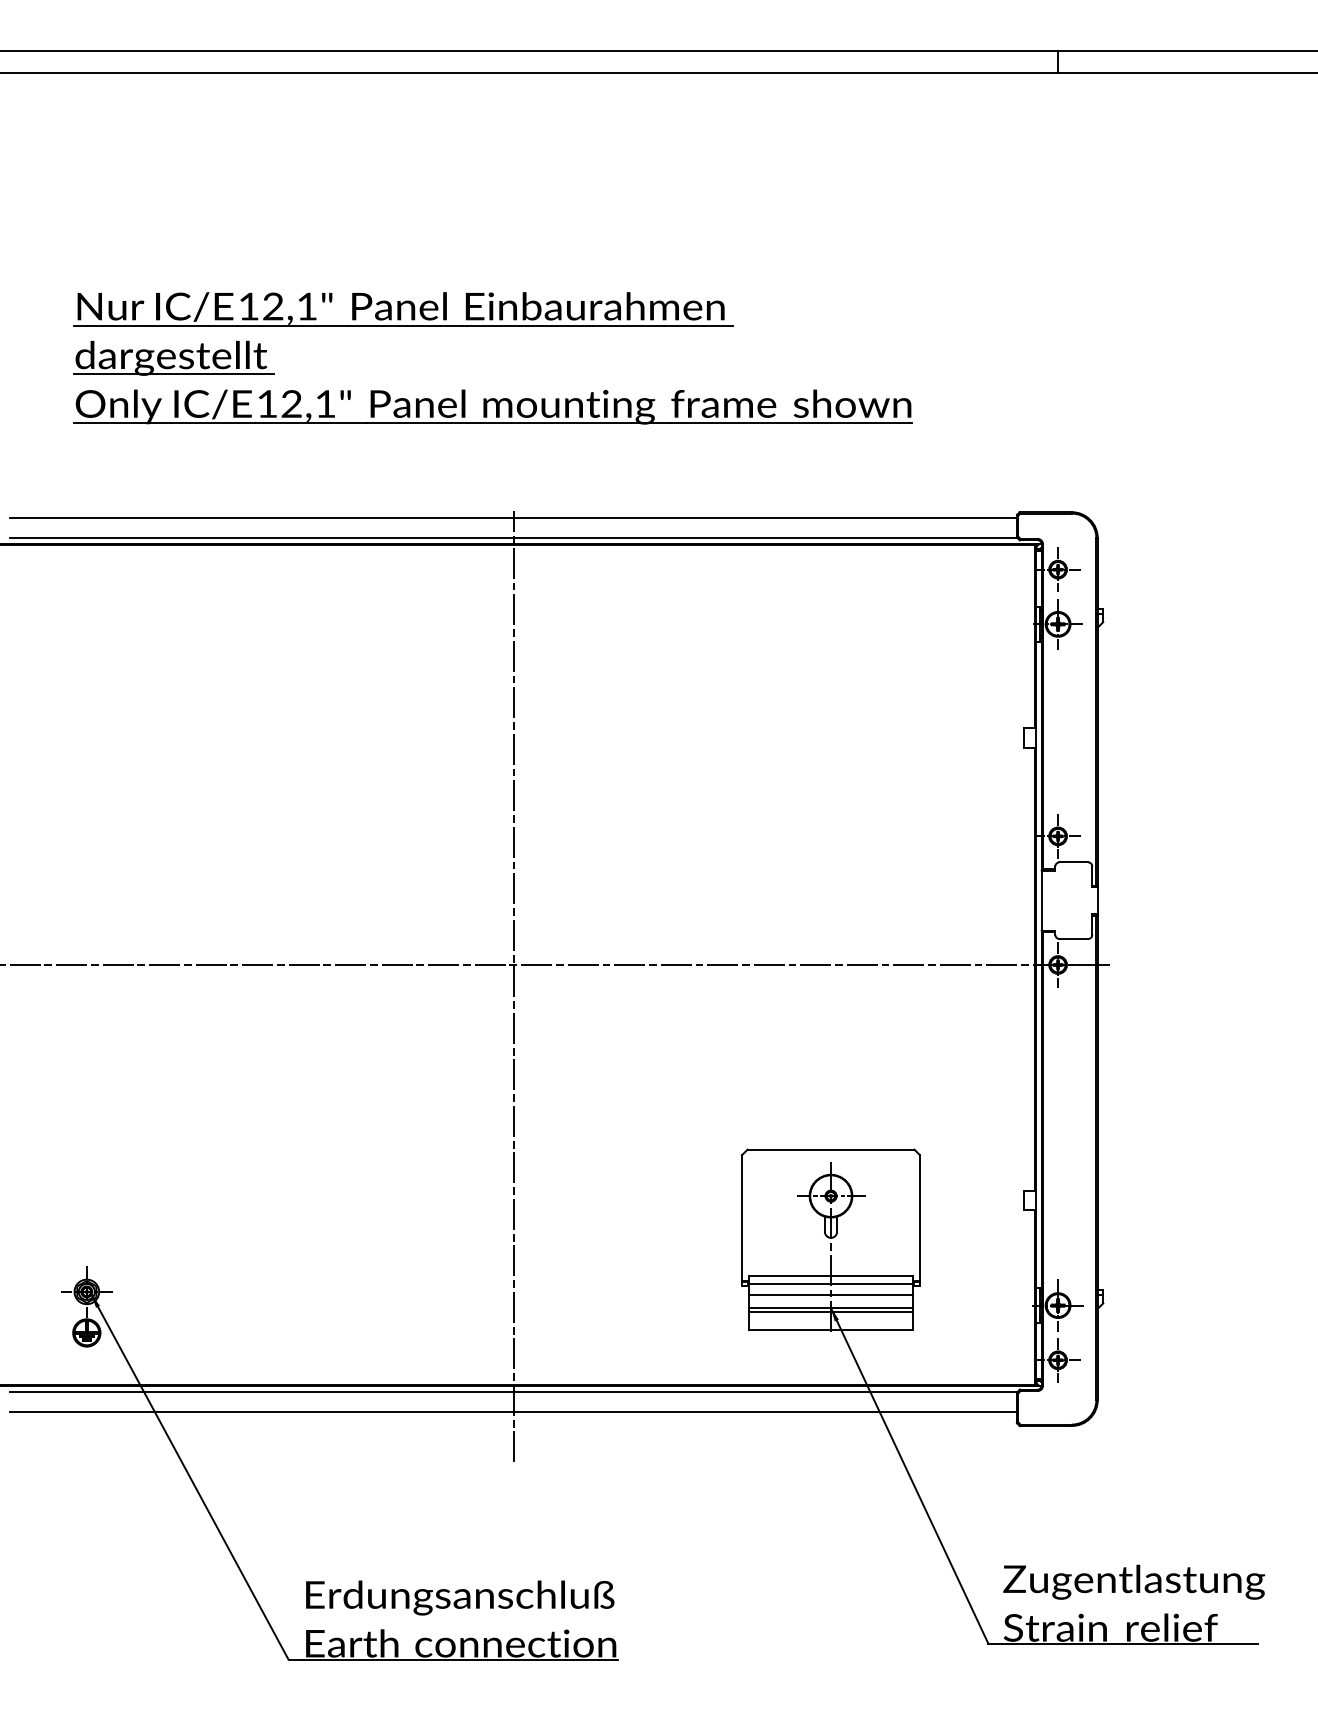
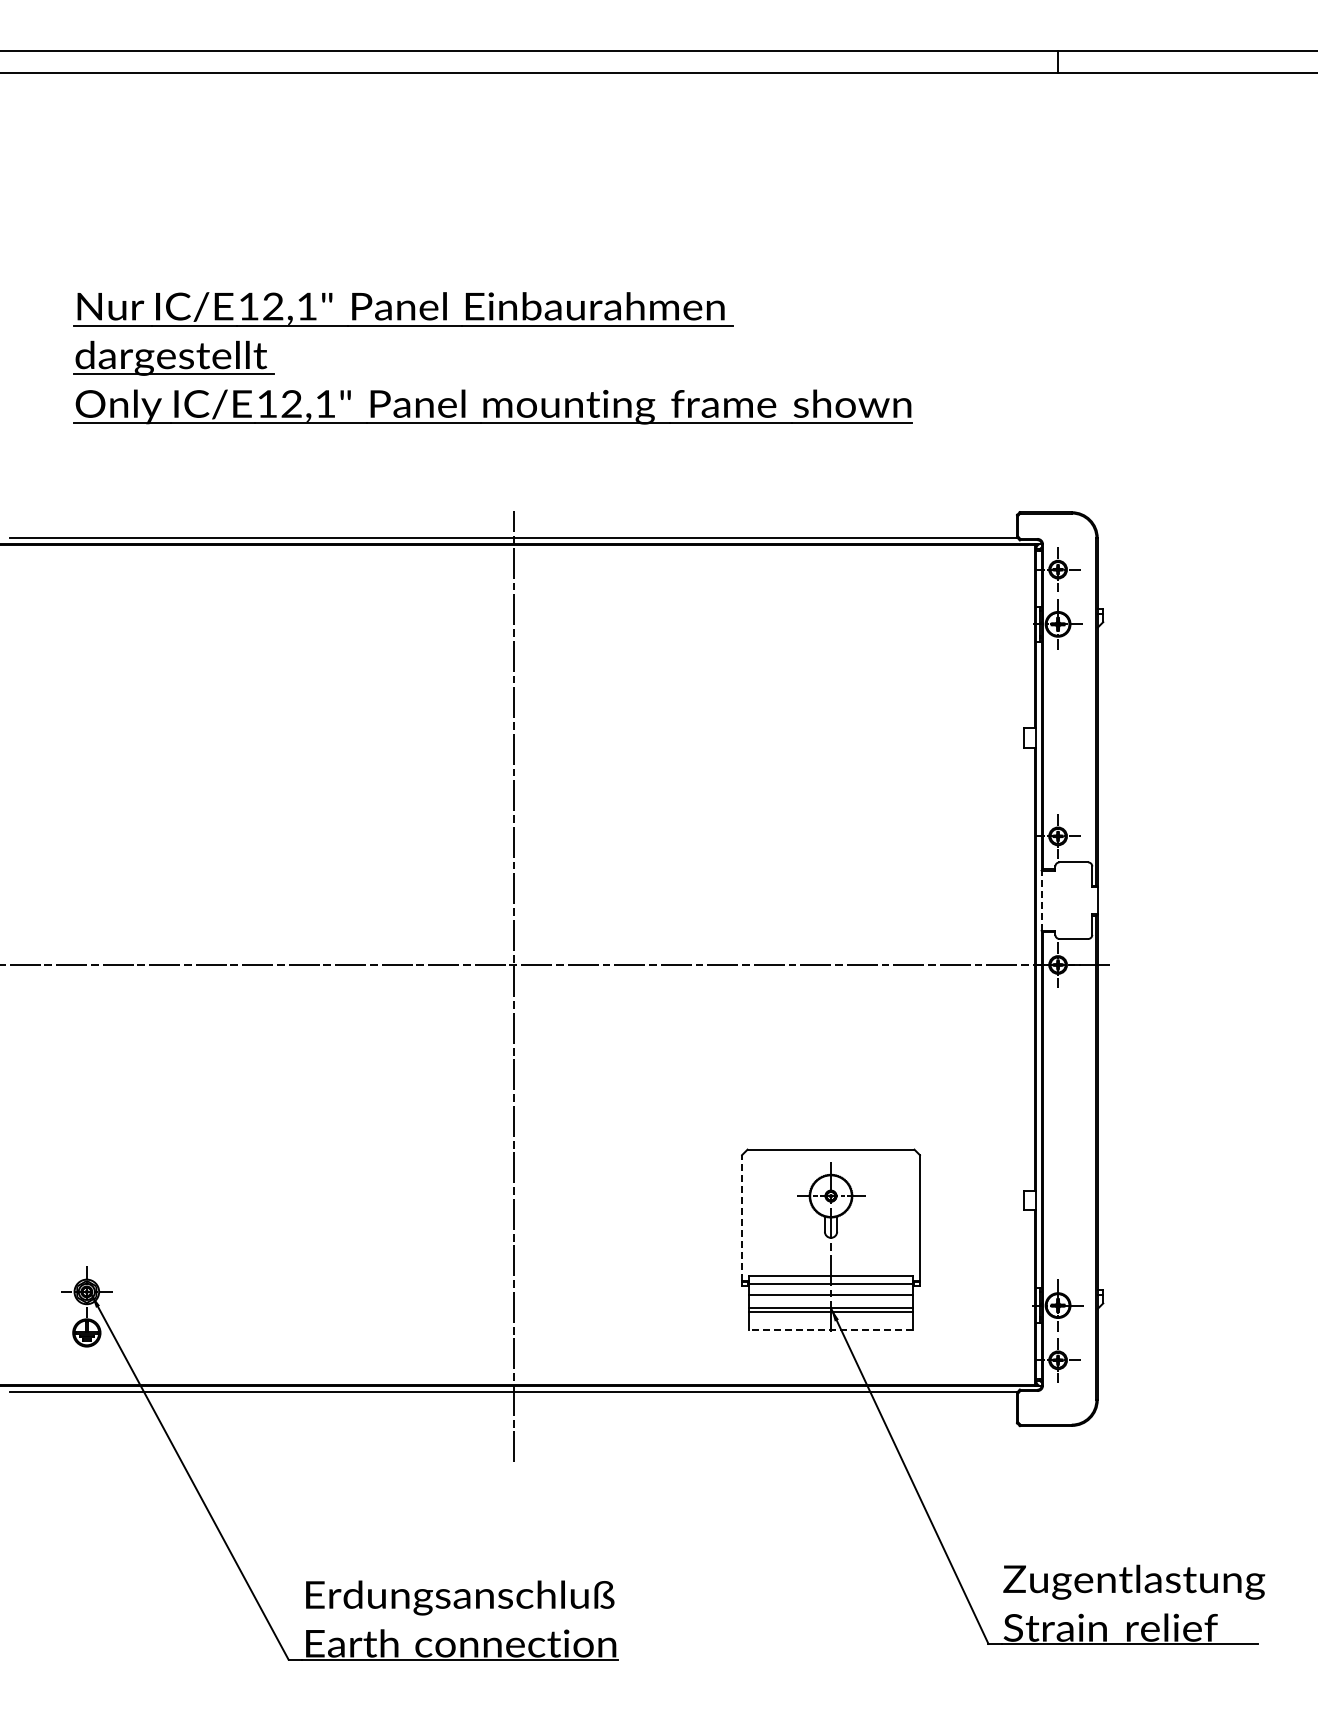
line at (513, 517): present -> none
line at (1041, 900): solid -> dashed
line at (742, 1218): solid -> dashed
line at (830, 1330): solid -> dashed
line at (513, 1412): present -> none
